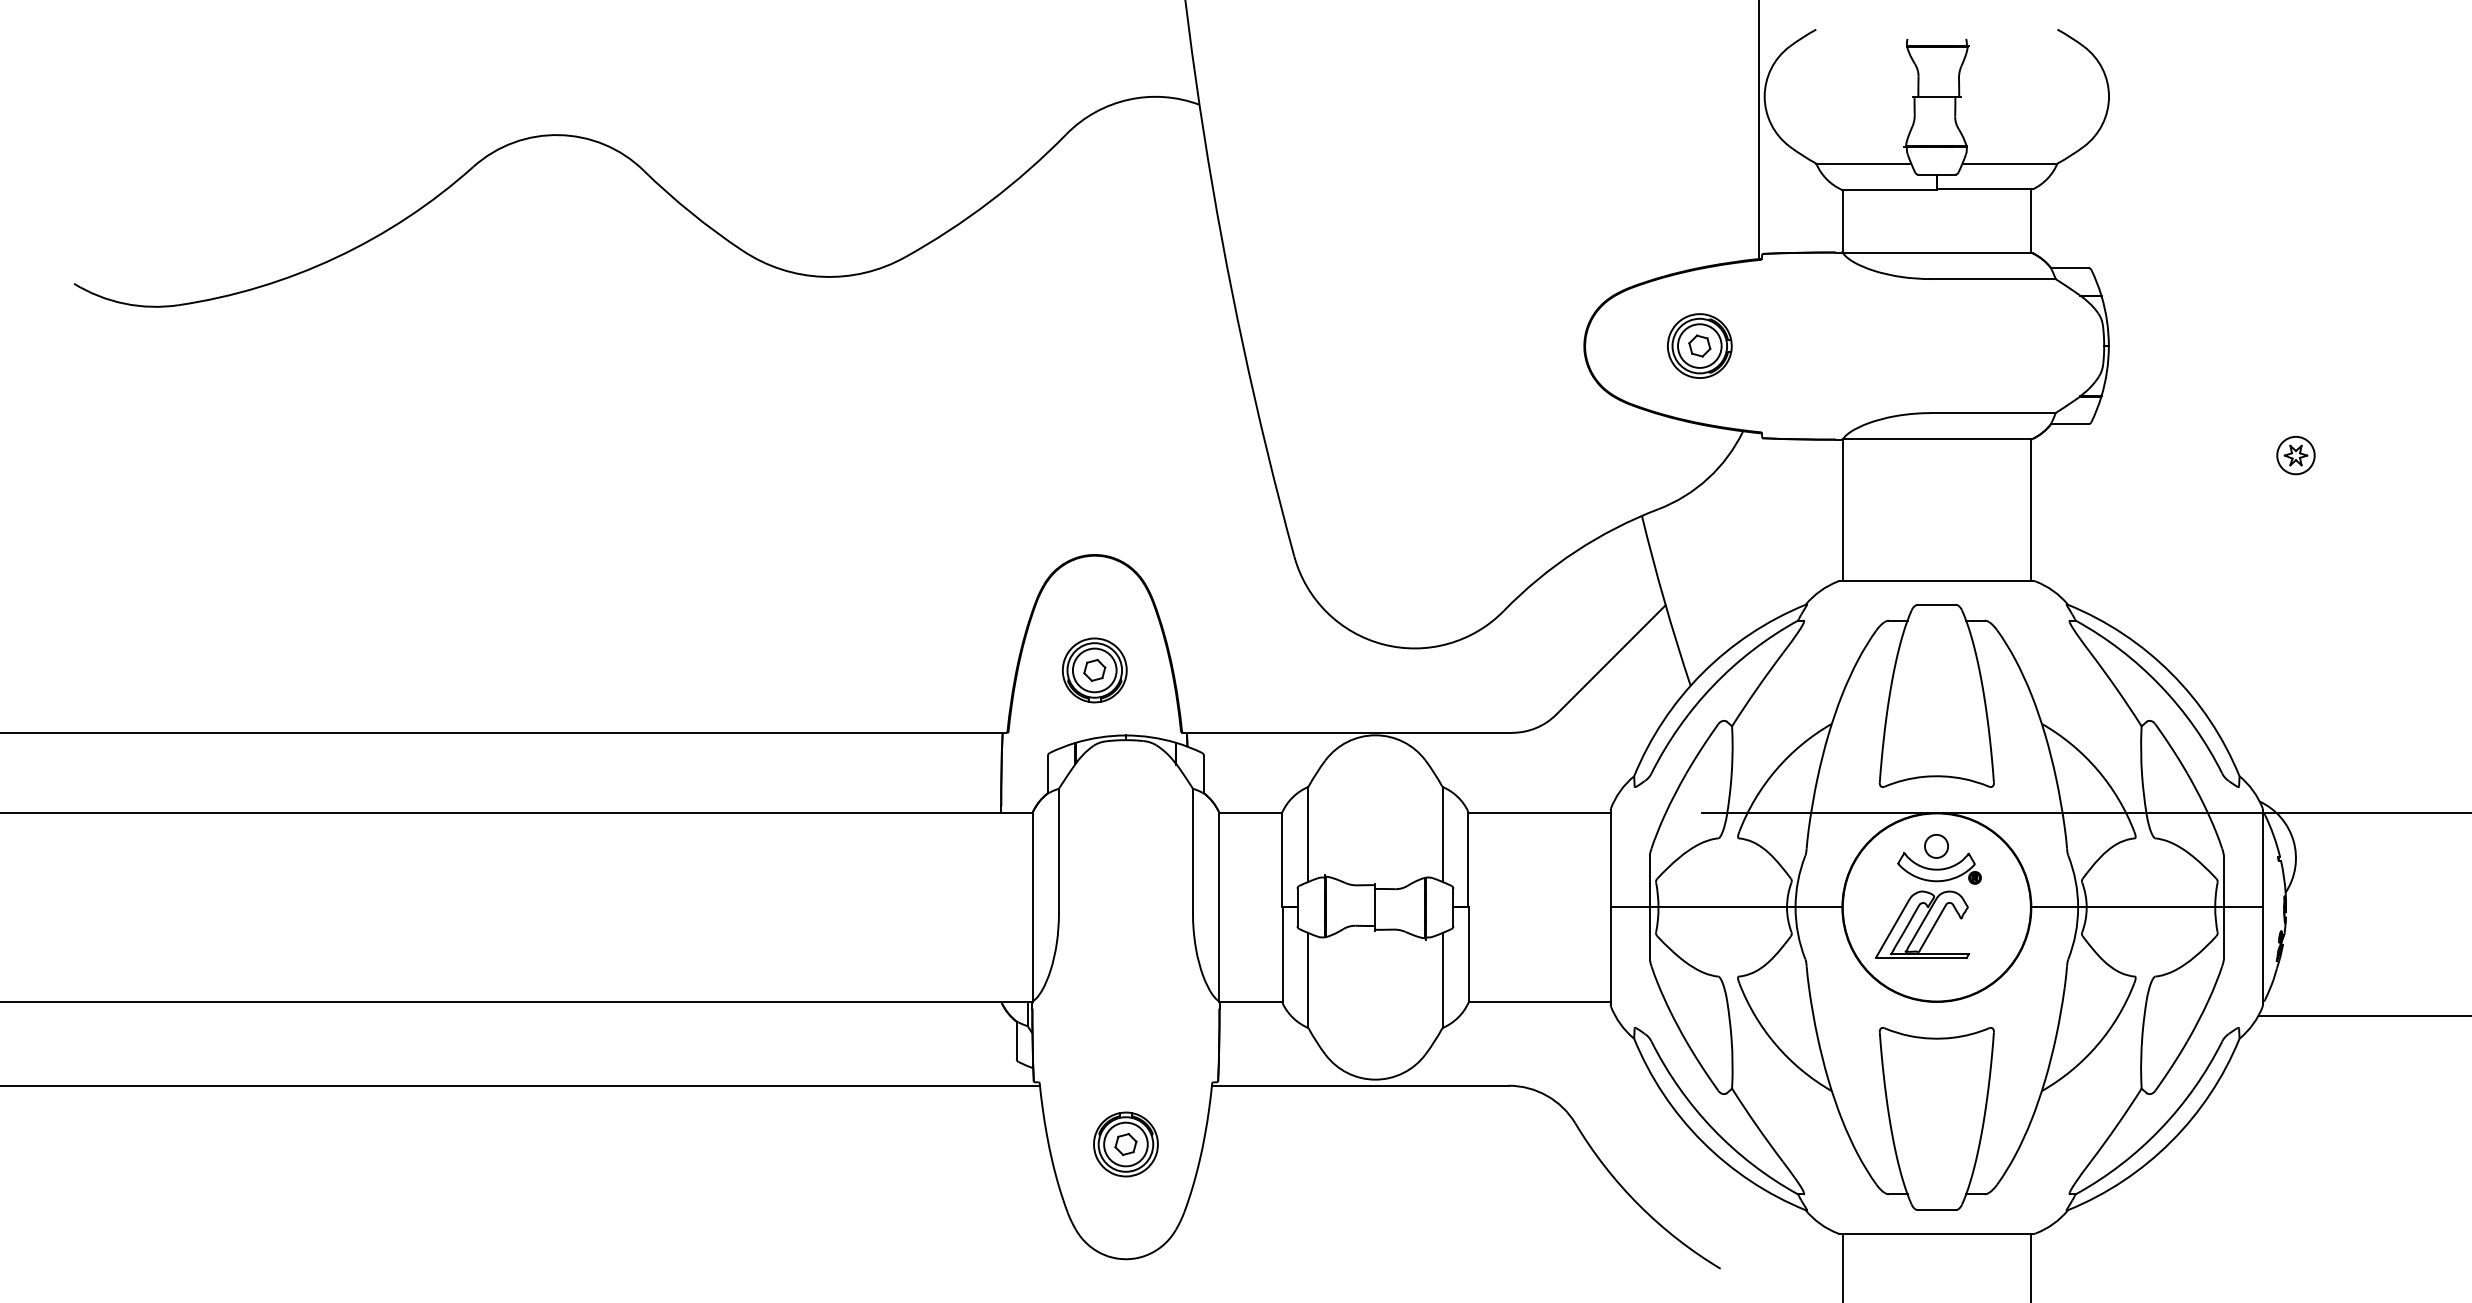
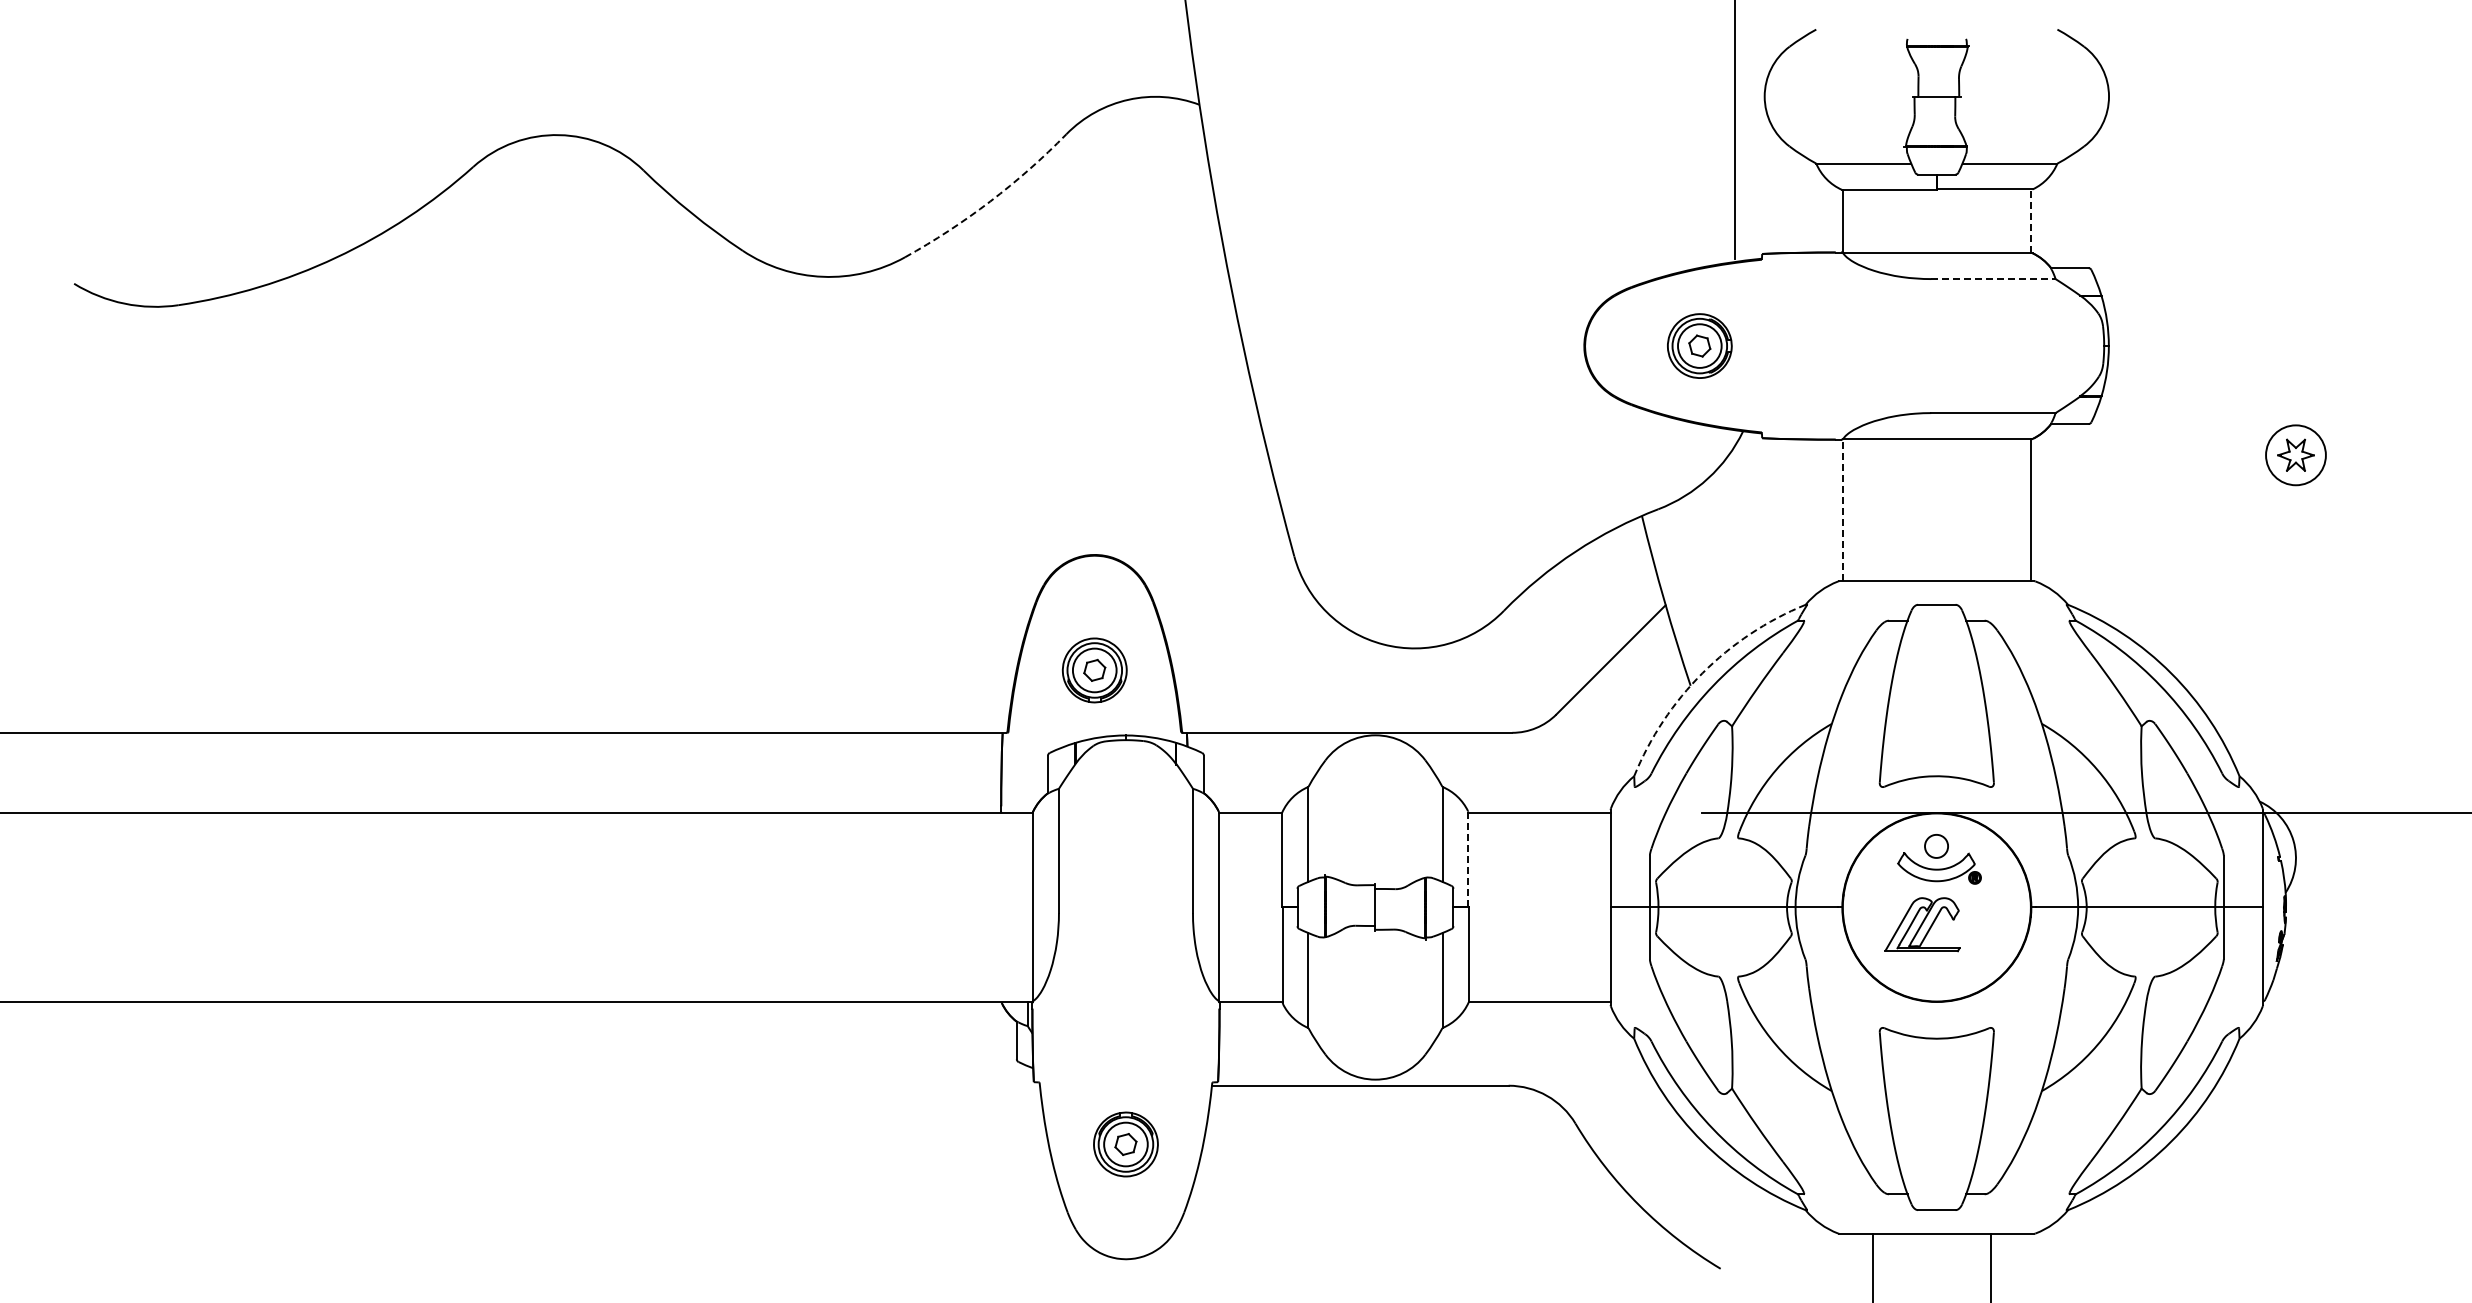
line at (1758, 130) position: (1758, 130) -> (1734, 130)
arc at (990, 201): solid -> dashed
line at (2030, 220): solid -> dashed
line at (1993, 279): solid -> dashed
part at (2295, 455) size: 40x40 px -> 62x63 px
line at (1842, 510): solid -> dashed
arc at (1702, 673): solid -> dashed
line at (1468, 859): solid -> dashed
part at (1922, 924) size: 95x69 px -> 77x56 px
line at (2363, 1015): present -> none
line at (520, 1085): present -> none
line at (1842, 1266) position: (1842, 1266) -> (1872, 1266)
line at (2030, 1266) position: (2030, 1266) -> (1990, 1266)
